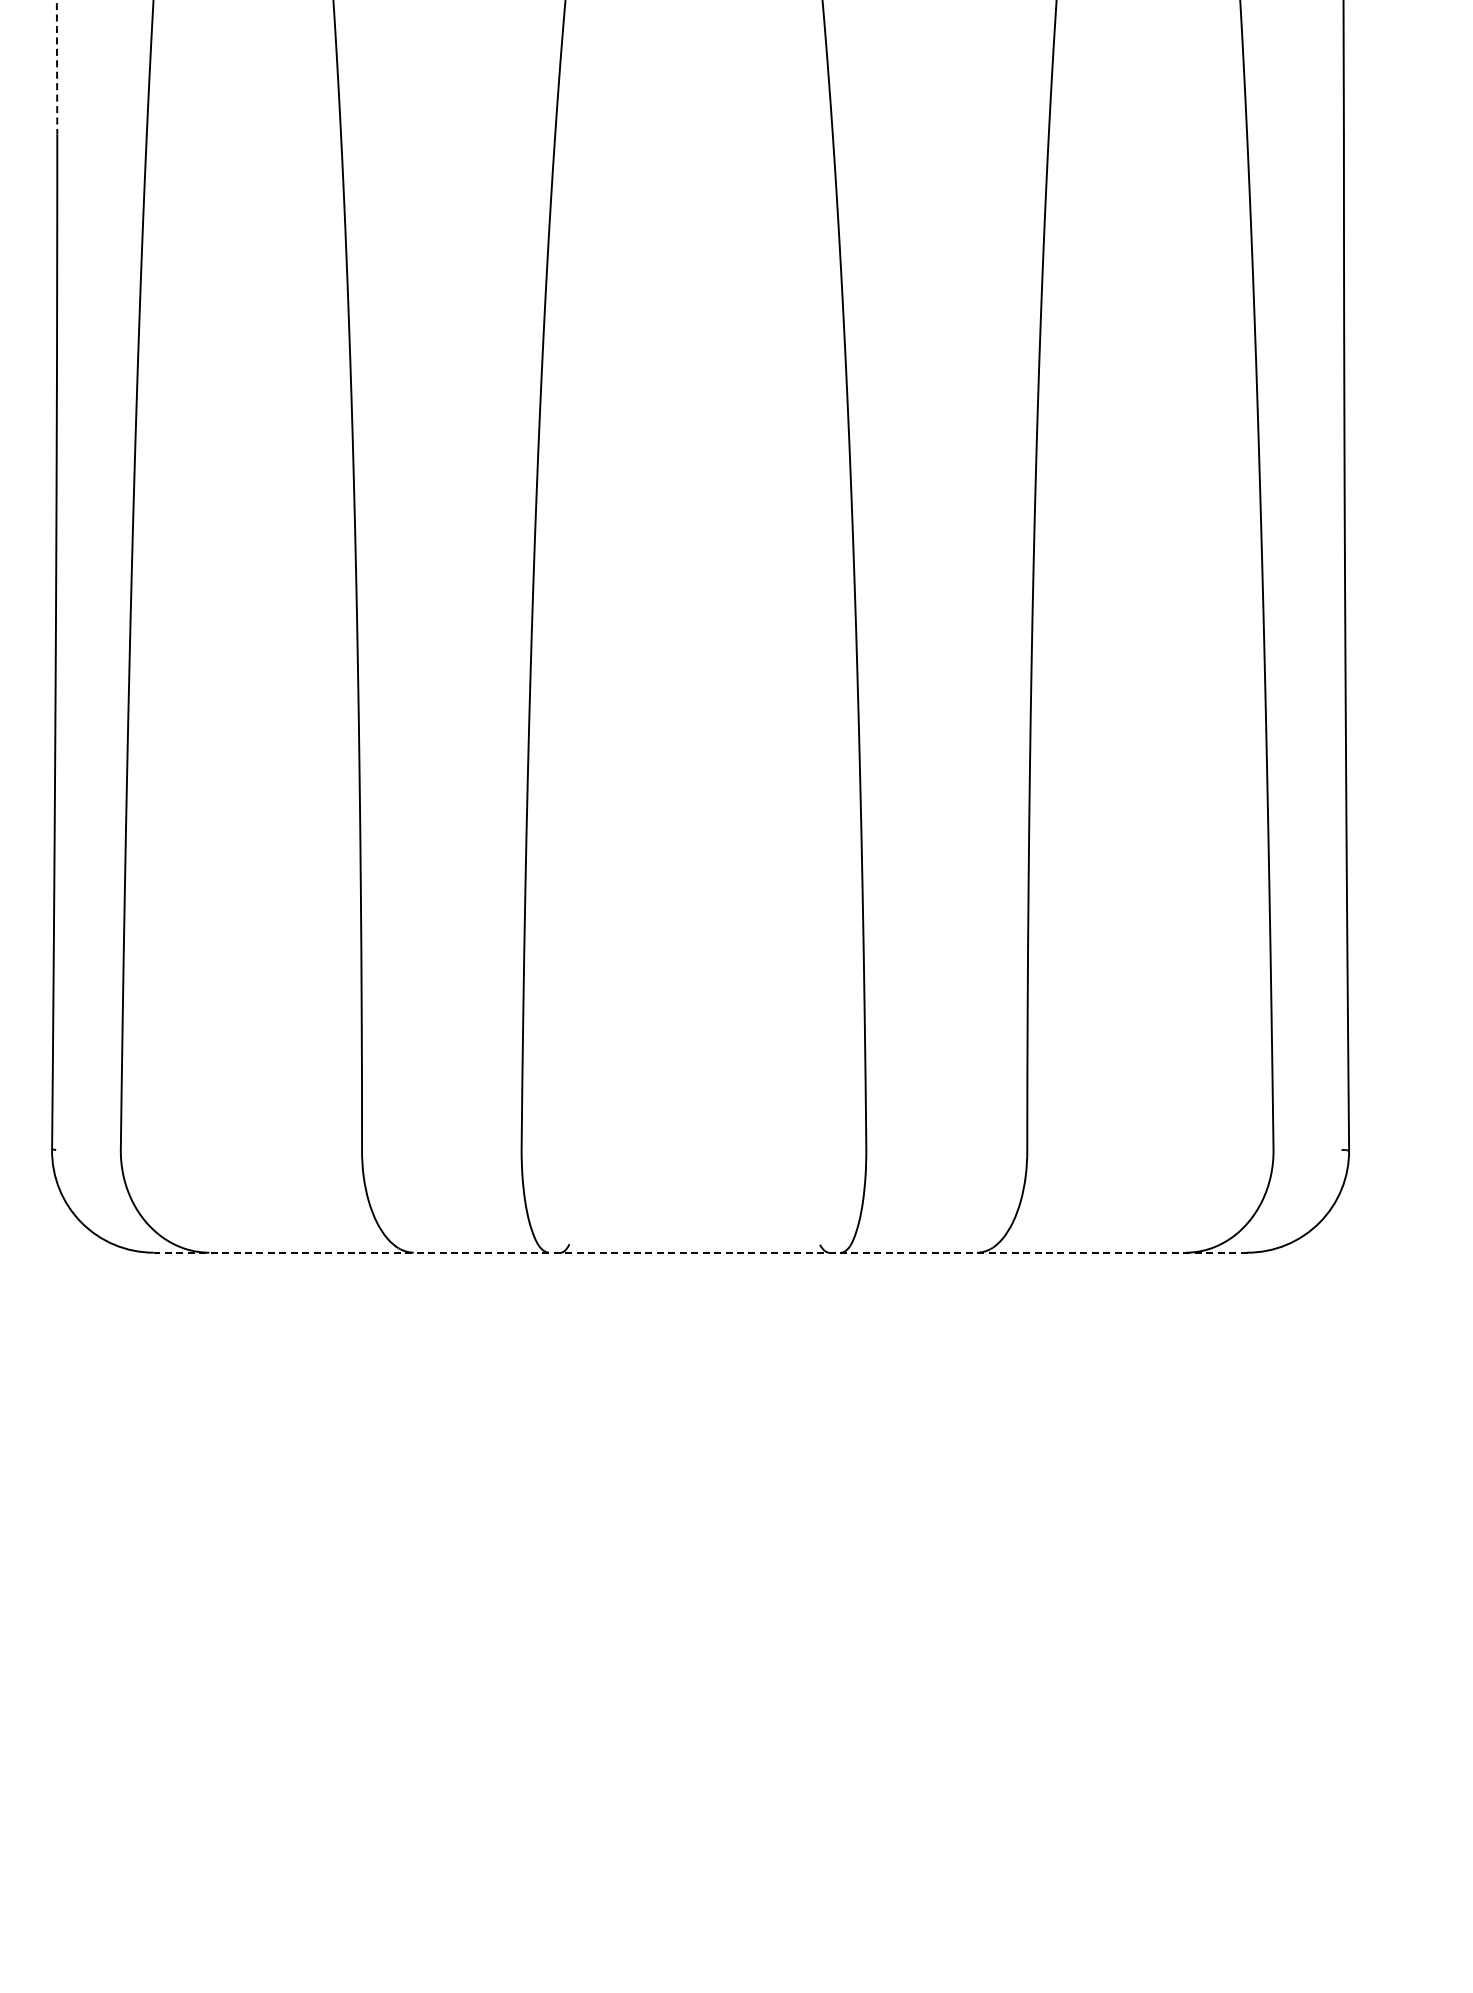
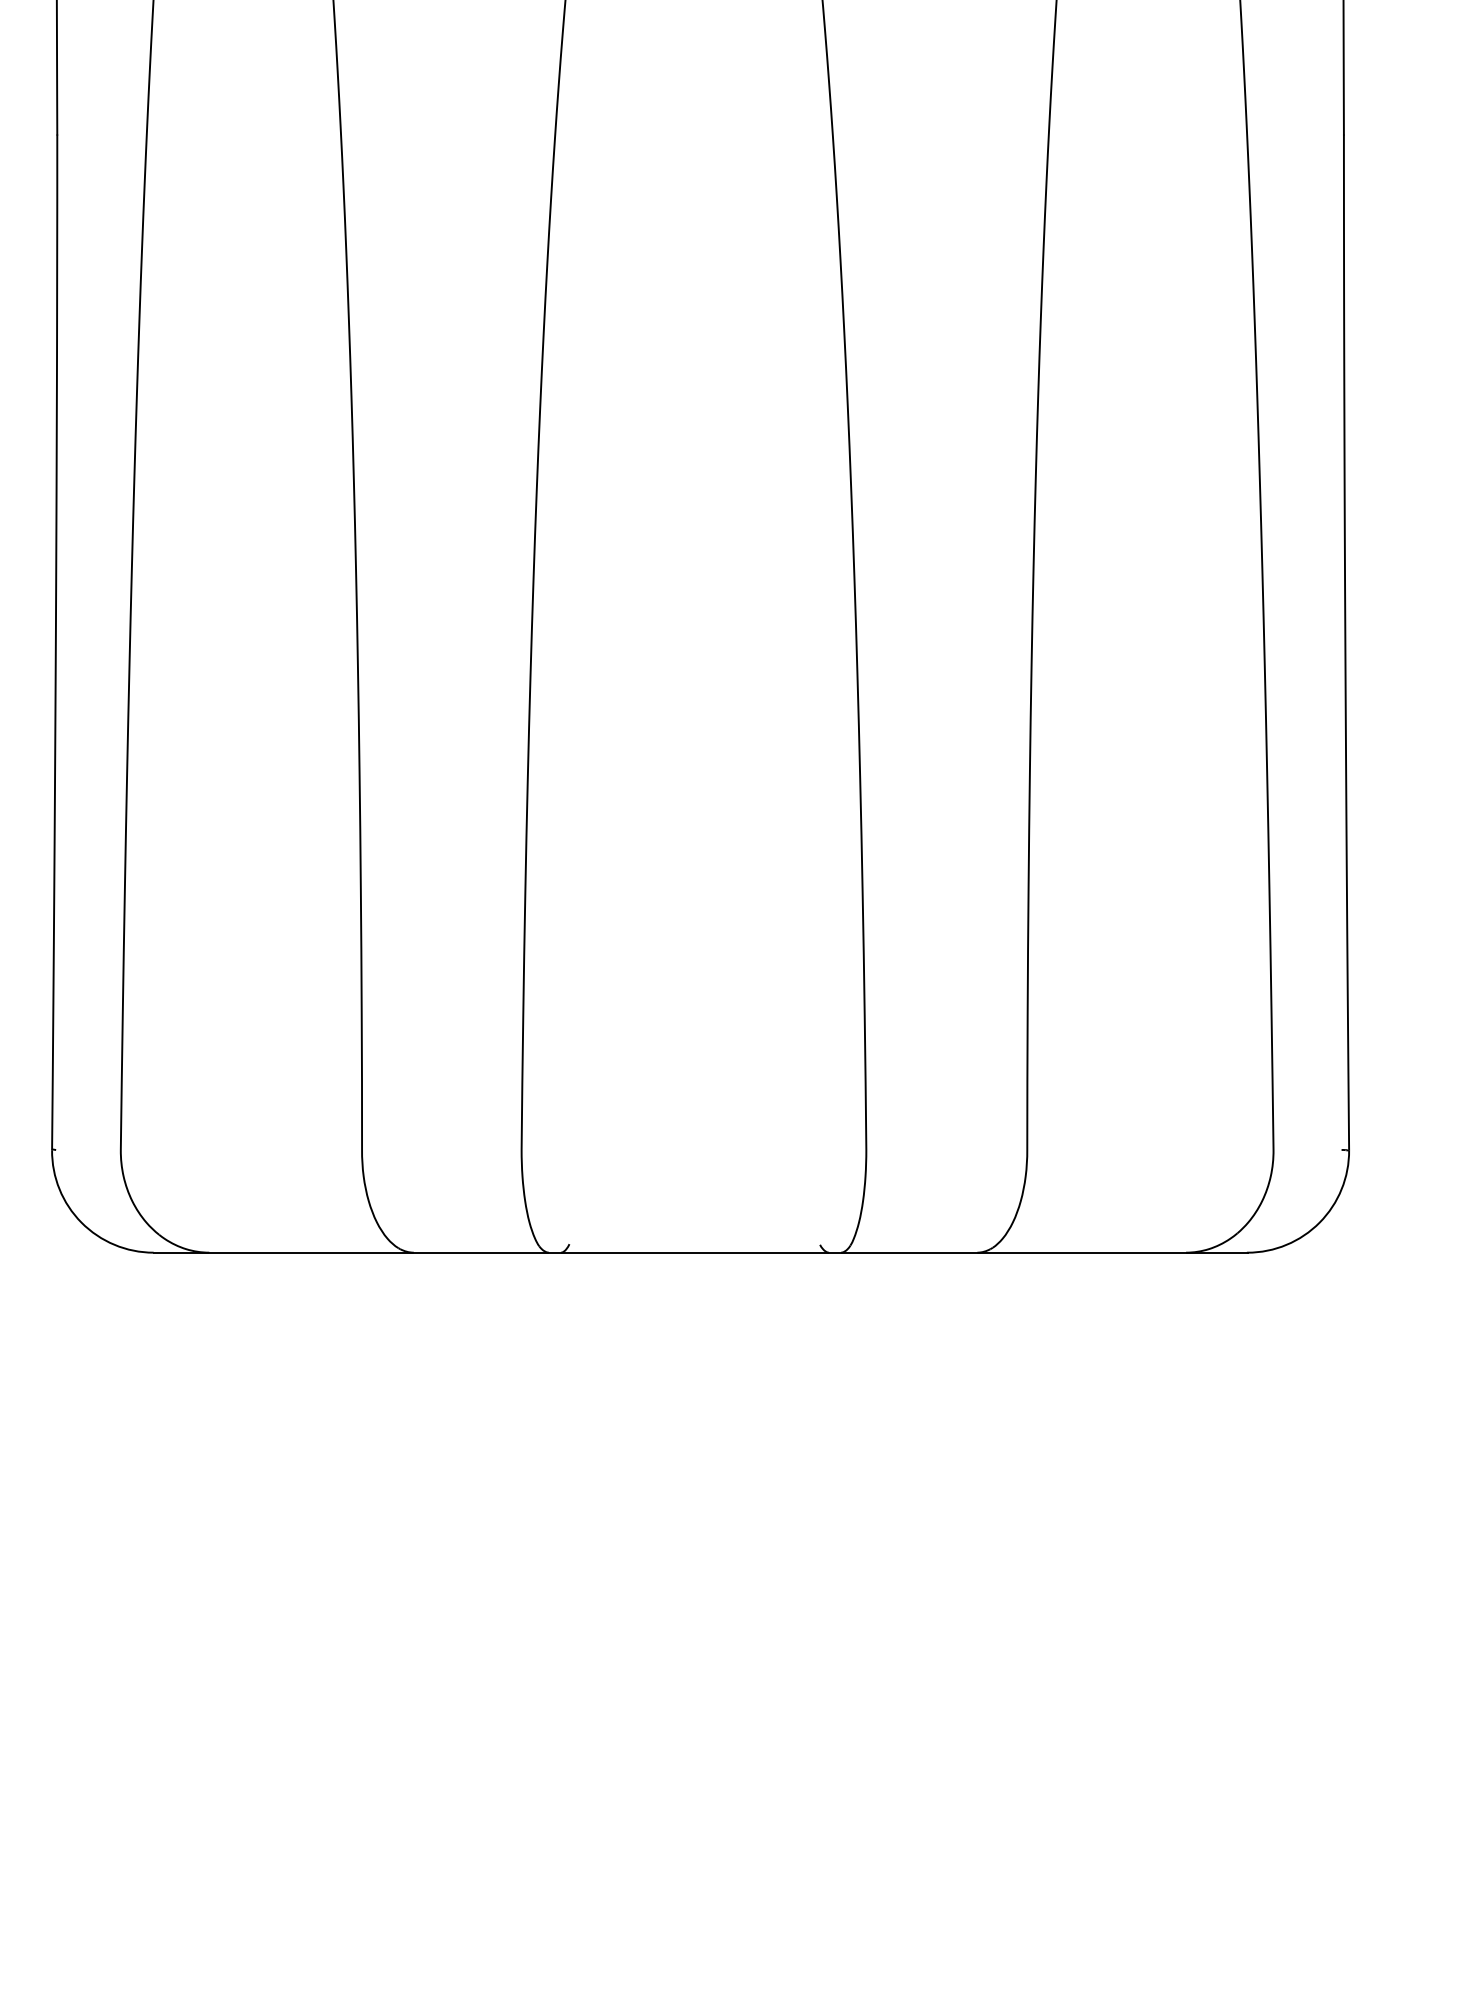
line at (57, 67): dashed -> solid
line at (700, 1252): dashed -> solid
